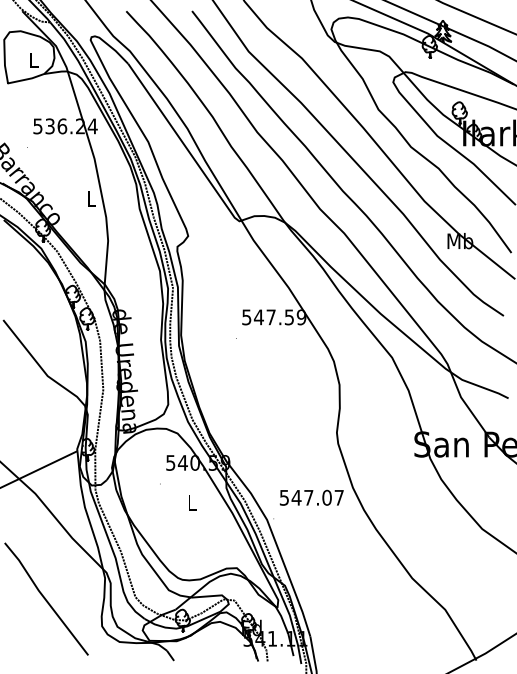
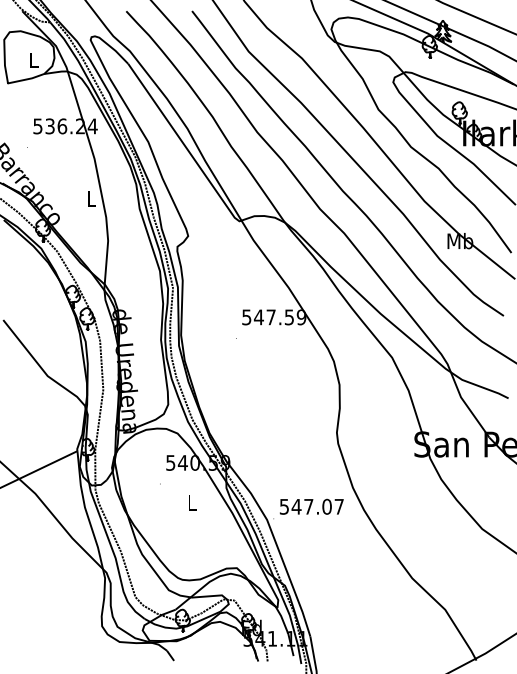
text at (311, 497) position: (311, 497) -> (311, 506)
line at (45, 598): present -> none
